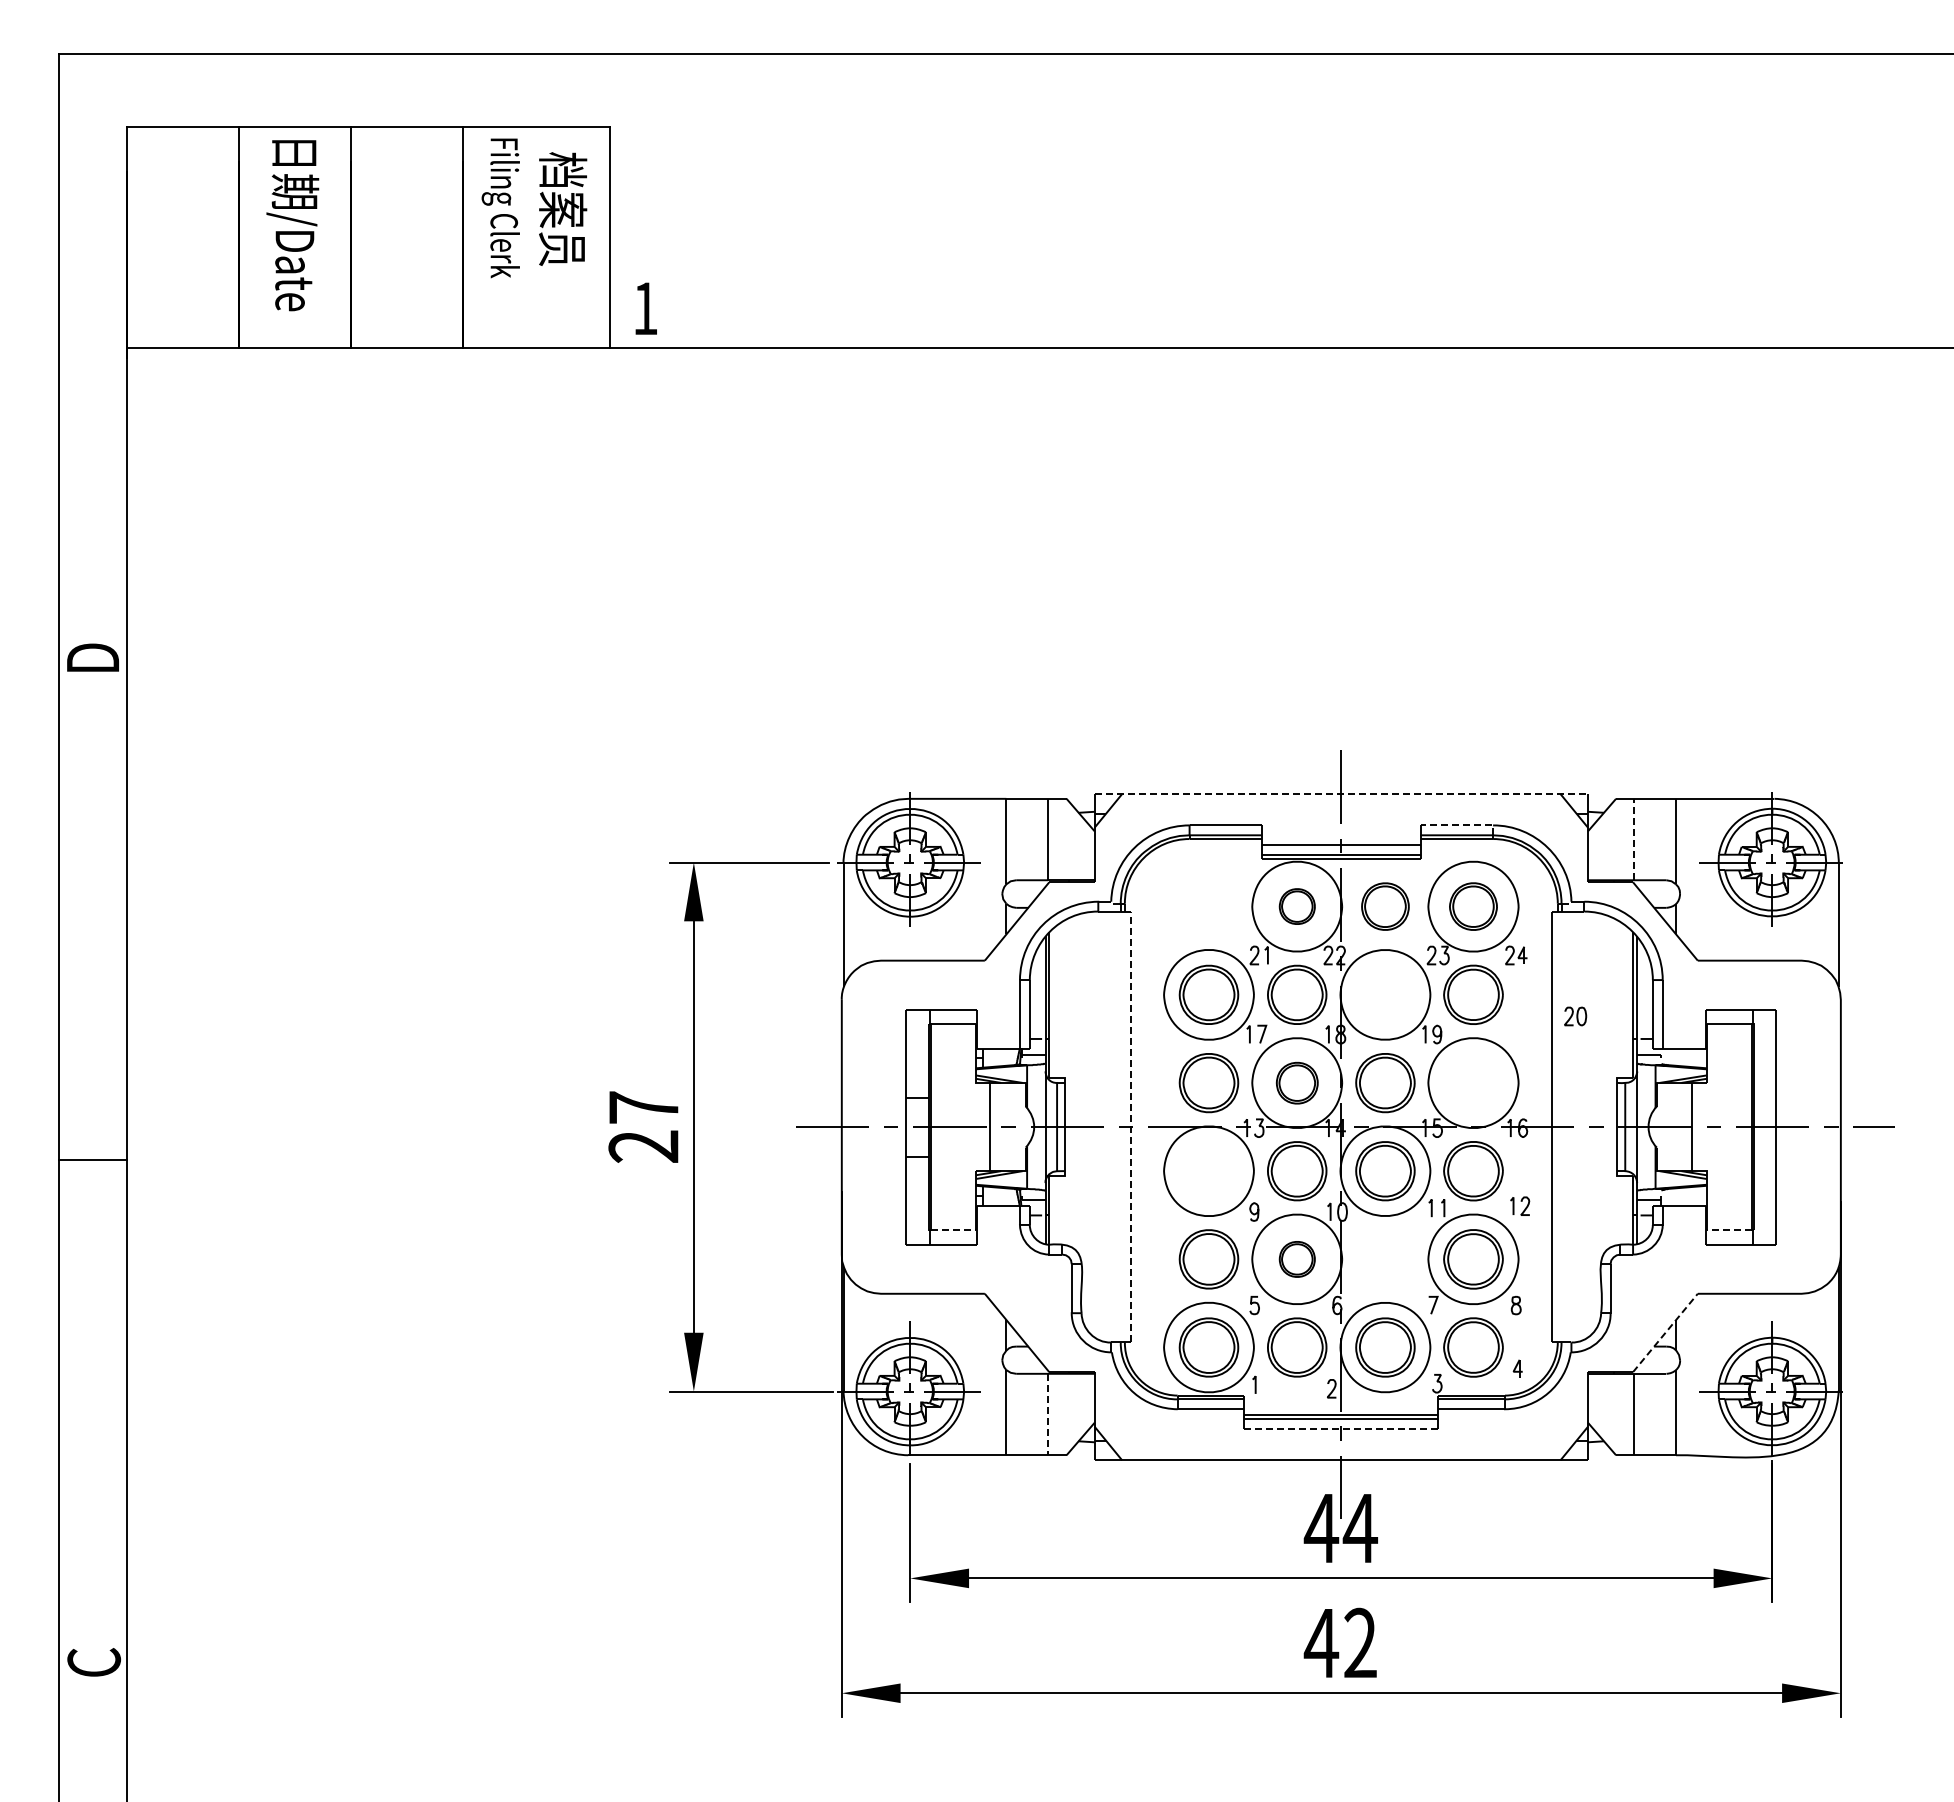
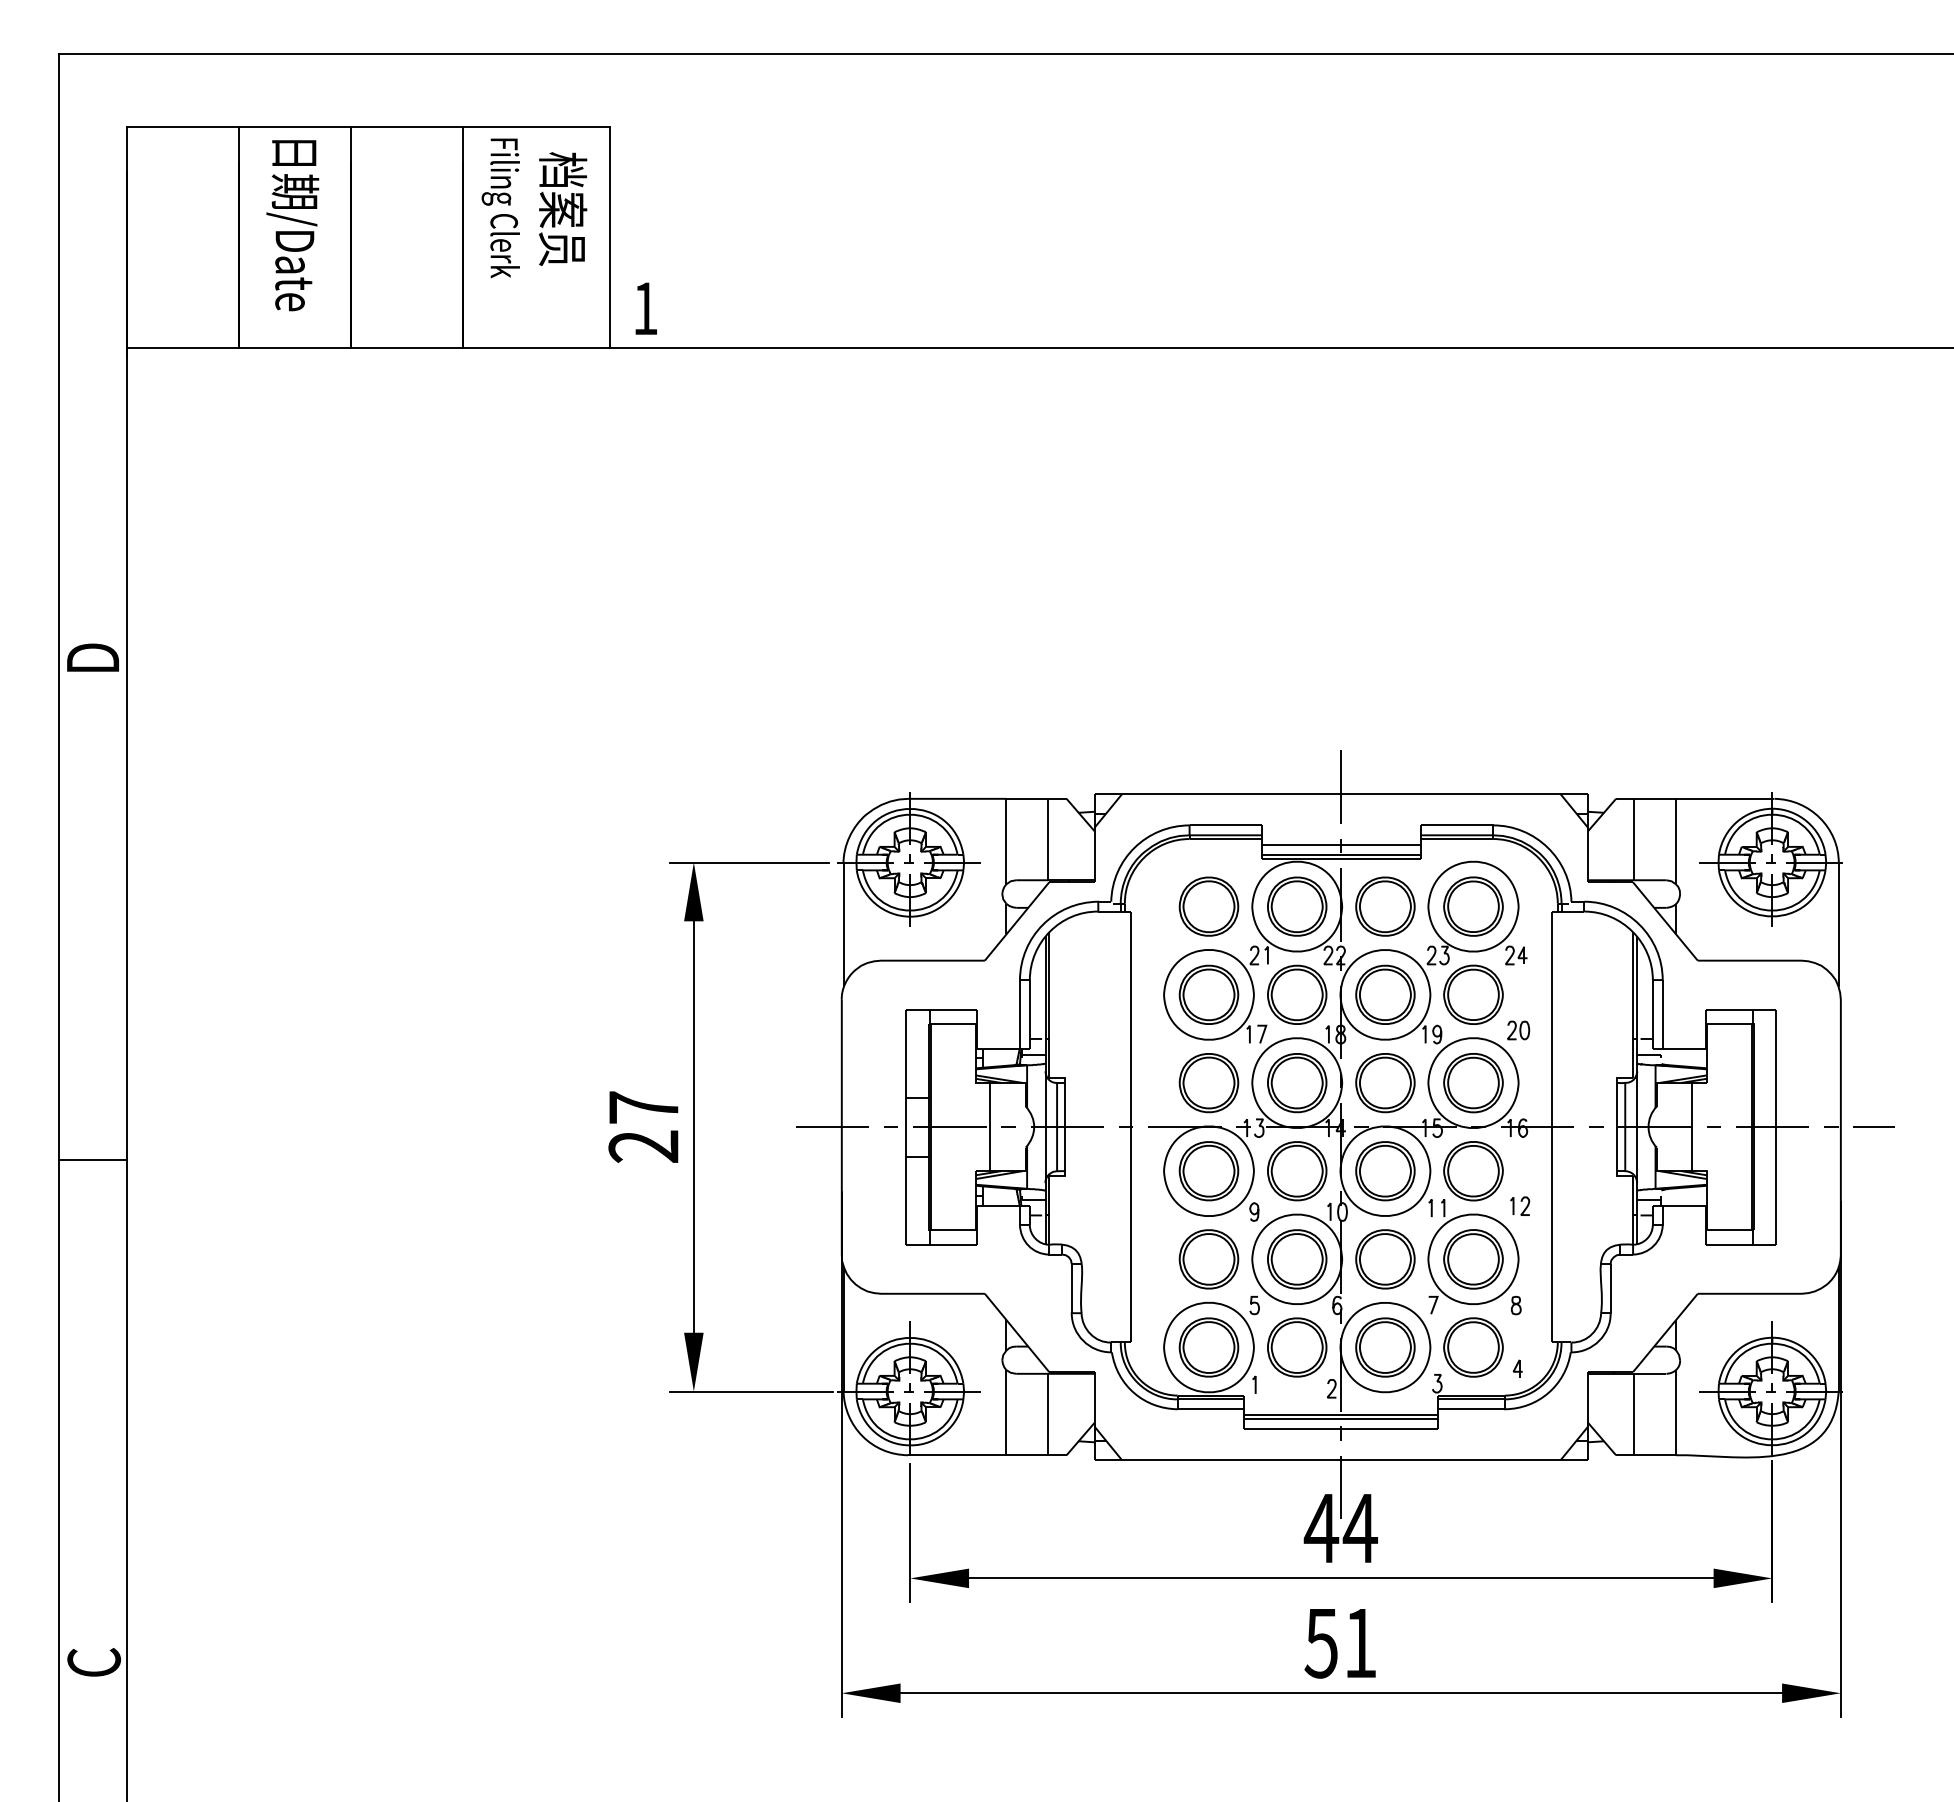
line at (1341, 794): dashed -> solid
line at (1462, 825): dashed -> solid
line at (1634, 839): dashed -> solid
part at (1208, 906): none -> present
part at (1296, 906) size: 38x37 px -> 61x61 px
part at (1385, 906) size: 49x49 px -> 61x61 px
part at (1473, 906) size: 49x49 px -> 61x61 px
part at (1385, 994): none -> present
part at (1575, 1016) position: (1575, 1016) -> (1518, 1030)
part at (1296, 1082) size: 44x44 px -> 61x61 px
part at (1473, 1083): none -> present
line at (1130, 1126): dashed -> solid
part at (1208, 1171): none -> present
line at (954, 1230): dashed -> solid
line at (1728, 1230): dashed -> solid
part at (1296, 1259) size: 38x37 px -> 61x61 px
part at (1385, 1259): none -> present
line at (1665, 1332): dashed -> solid
line at (1048, 1414): dashed -> solid
line at (1341, 1429): dashed -> solid
text at (1339, 1642): 42 -> 51
